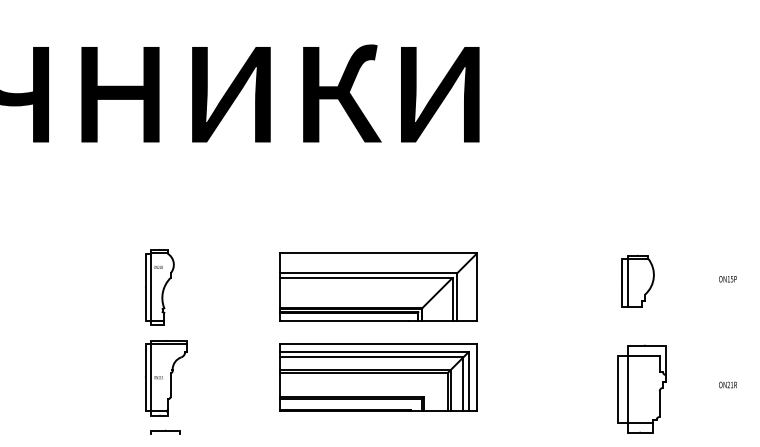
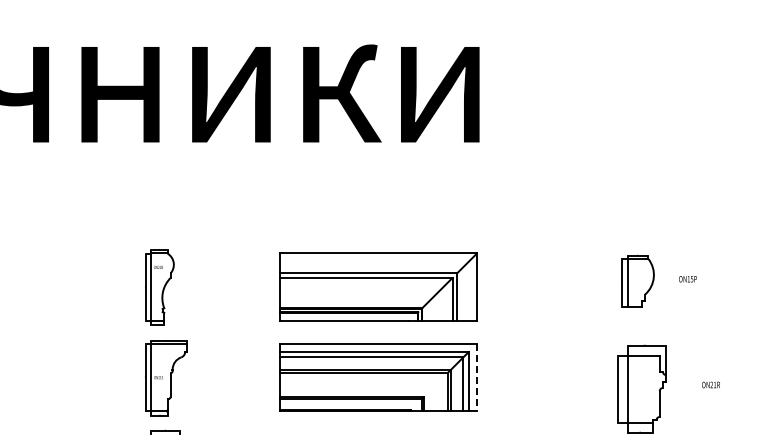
text at (727, 279) position: (727, 279) -> (687, 279)
line at (477, 377): solid -> dashed
text at (727, 384) position: (727, 384) -> (710, 384)
